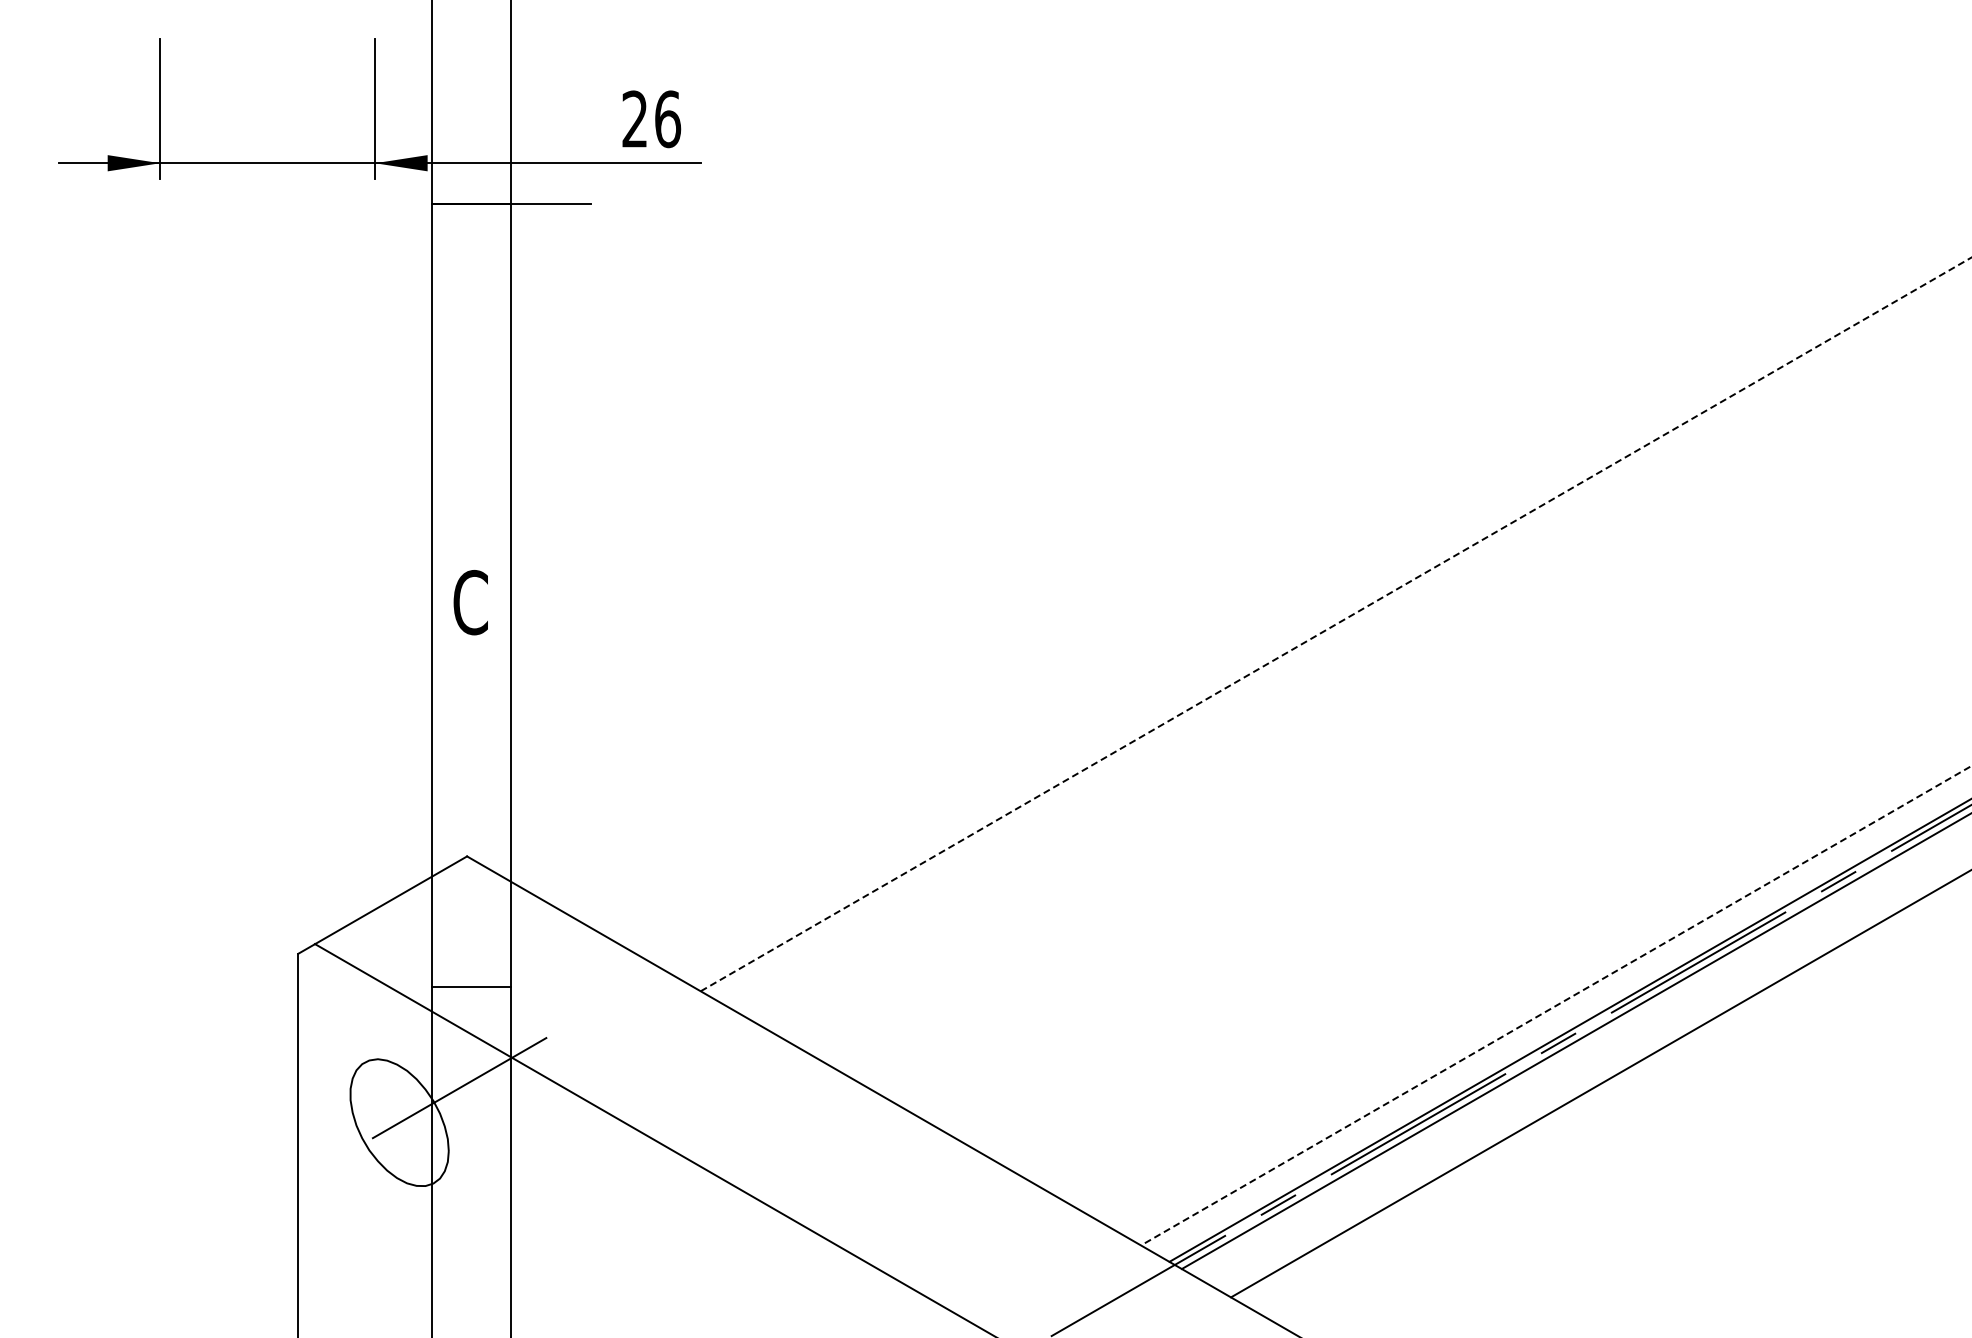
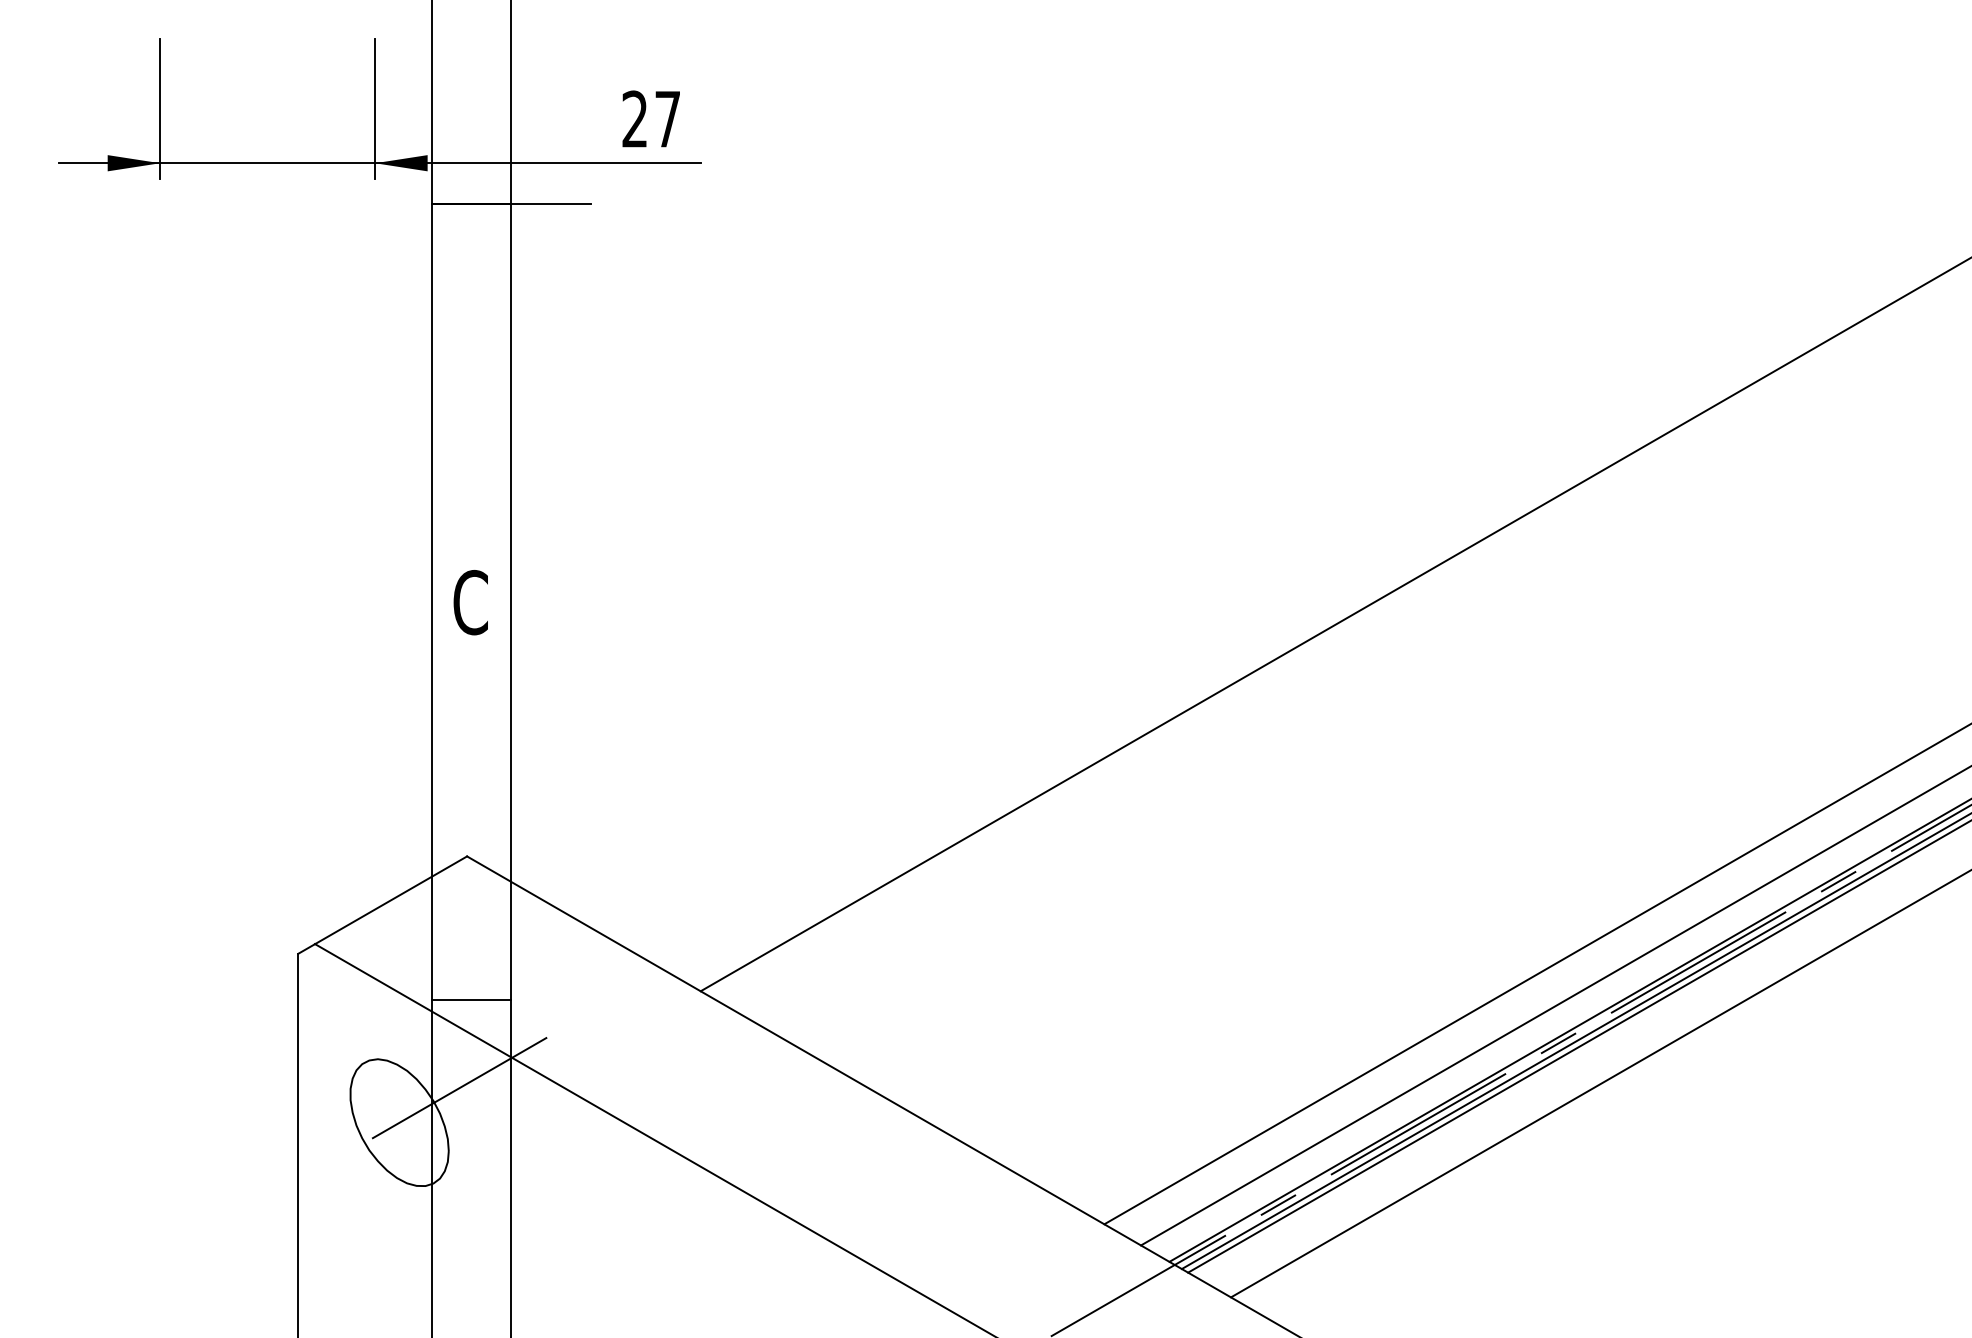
text at (668, 119): 26 -> 27
line at (1336, 624): dashed -> solid
line at (1536, 974): none -> present
line at (471, 987) position: (471, 987) -> (471, 1000)
line at (1555, 1006): dashed -> solid
line at (1578, 1047): none -> present
